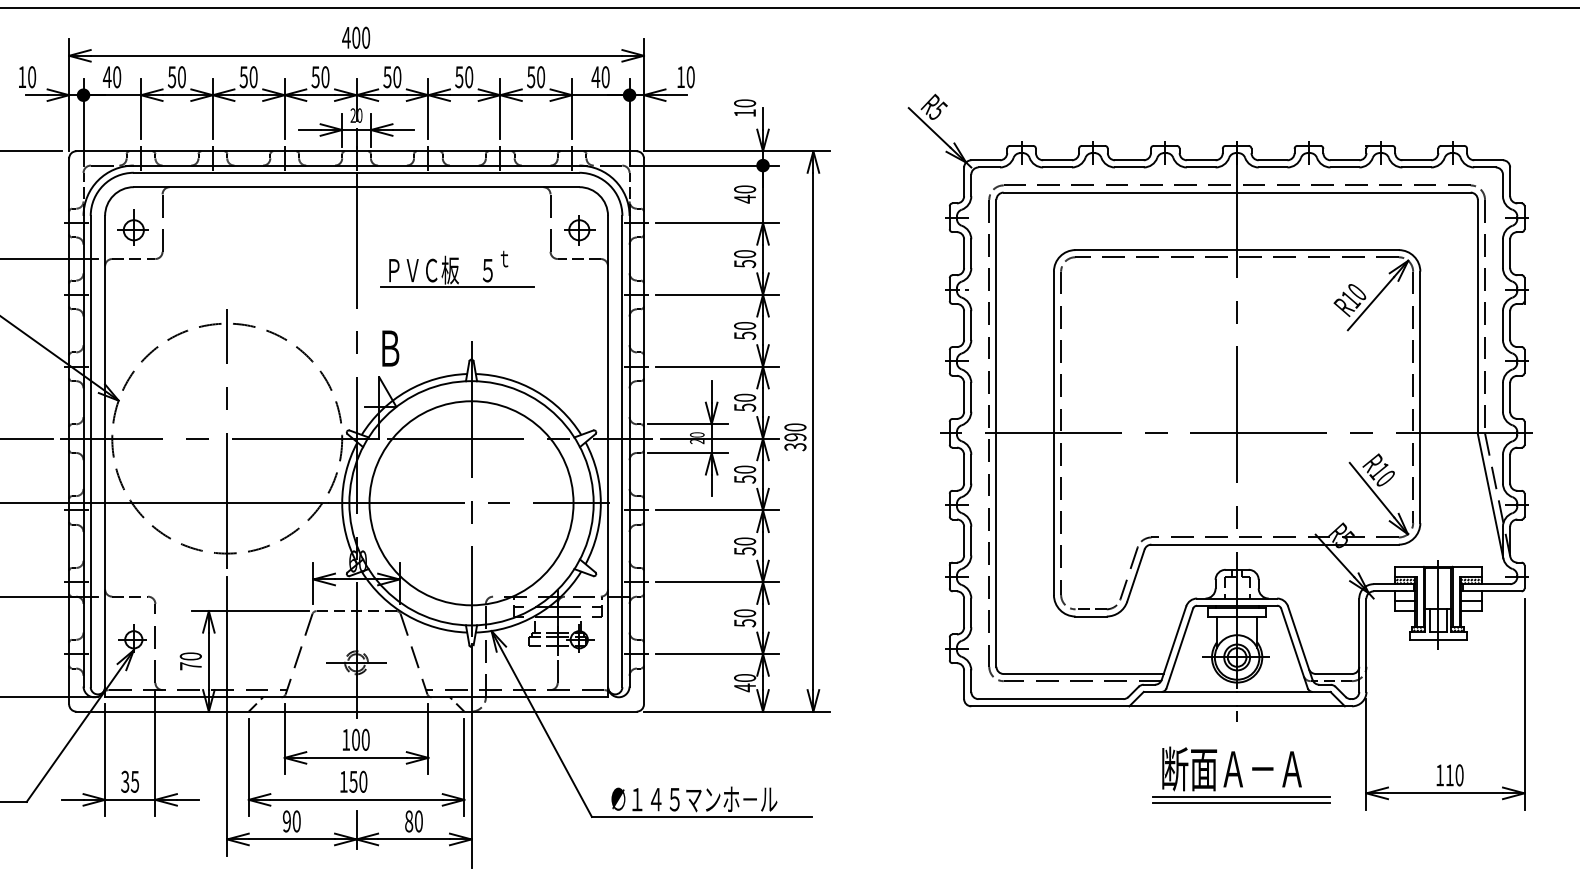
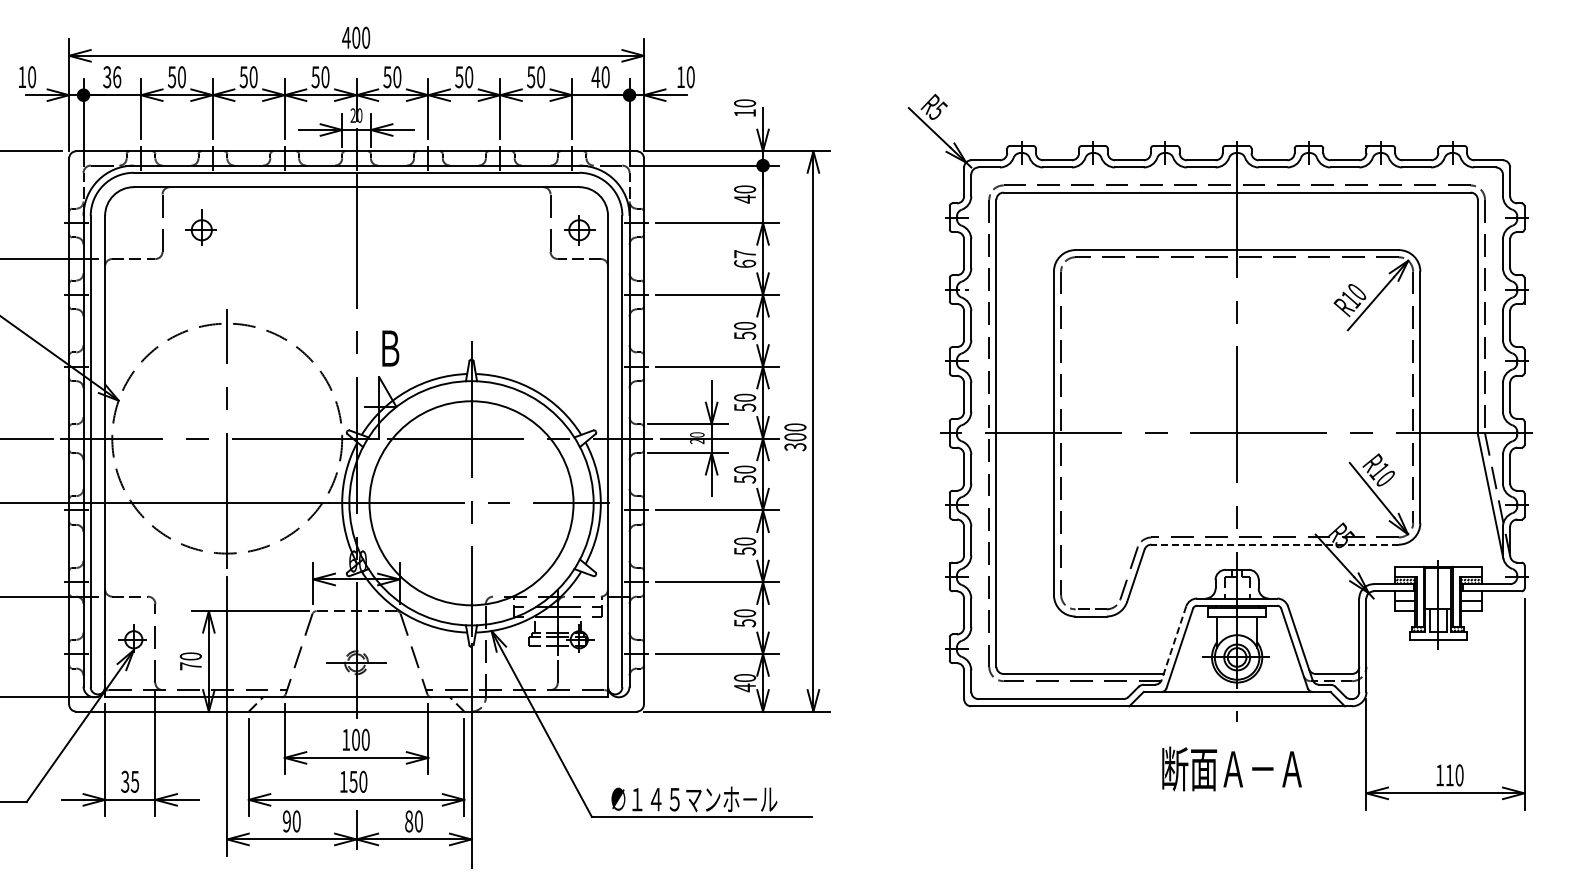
line at (789, 7): present -> none
text at (111, 77): 40 -> 36
part at (132, 227) position: (132, 227) -> (200, 227)
text at (745, 259): 50 -> 67
part at (457, 268): present -> none
text at (795, 437): 390 -> 300
line at (1275, 544): solid -> dashed
line at (1174, 643): solid -> dashed
line at (1240, 797): present -> none
line at (1240, 803): present -> none
